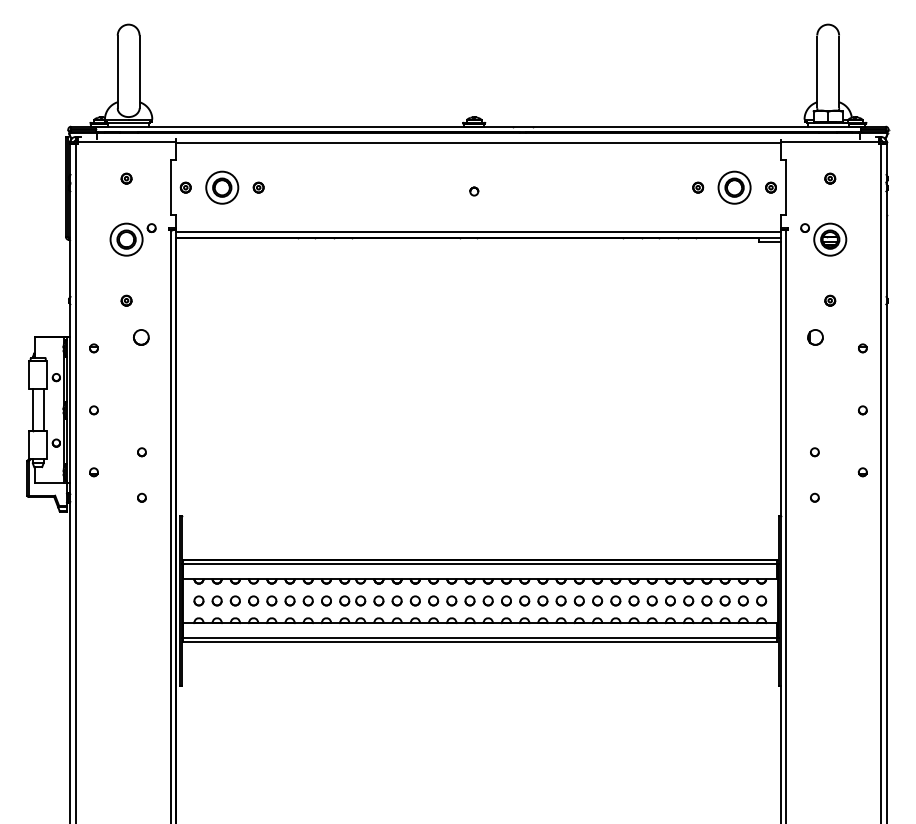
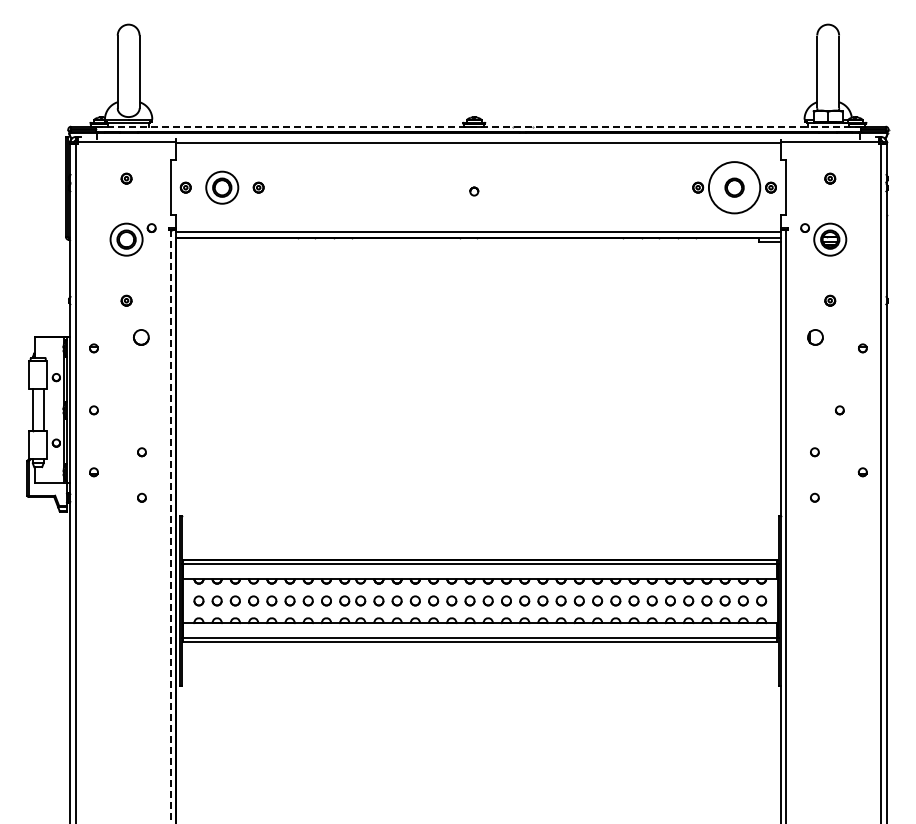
line at (478, 126): solid -> dashed
circle at (734, 187) diameter: 32 px -> 51 px
part at (862, 410) position: (862, 410) -> (839, 410)
line at (170, 526): solid -> dashed
